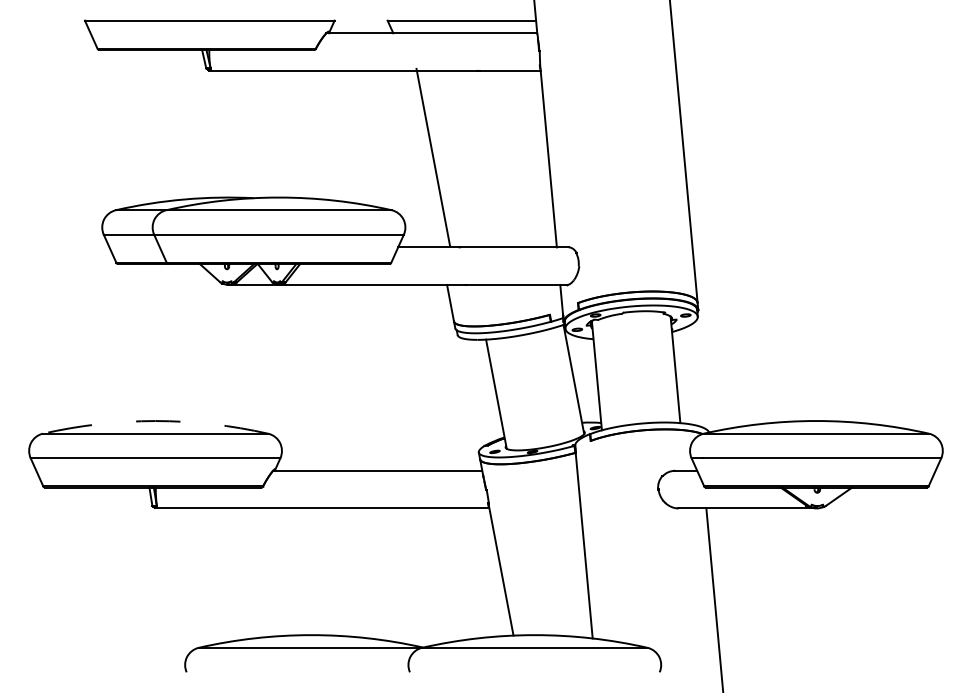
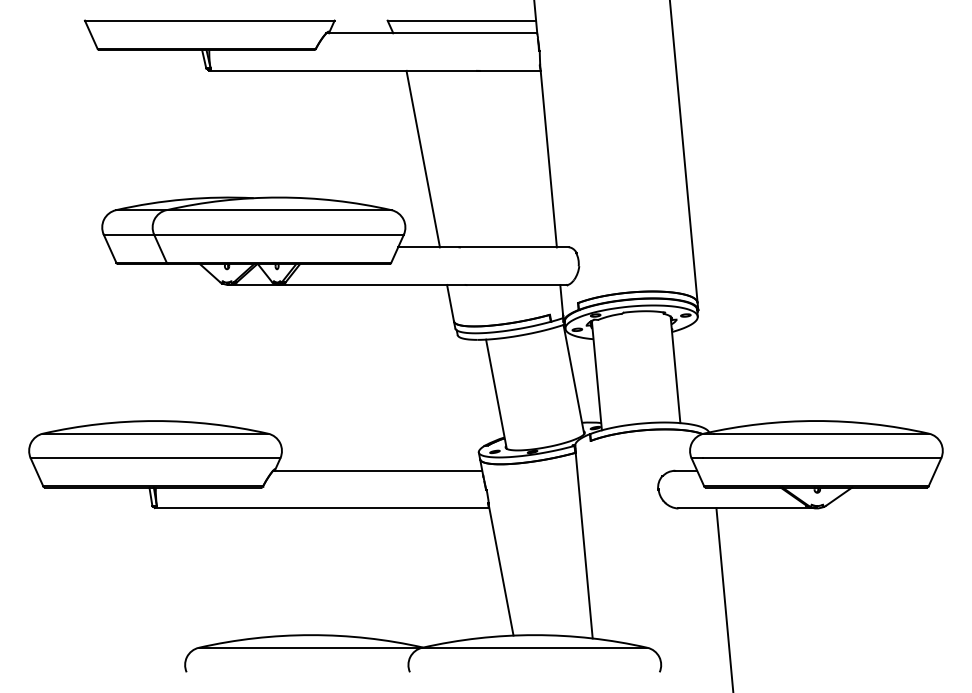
line at (432, 156) position: (432, 156) -> (422, 158)
arc at (155, 421): dashed -> solid
line at (714, 599) position: (714, 599) -> (724, 598)
